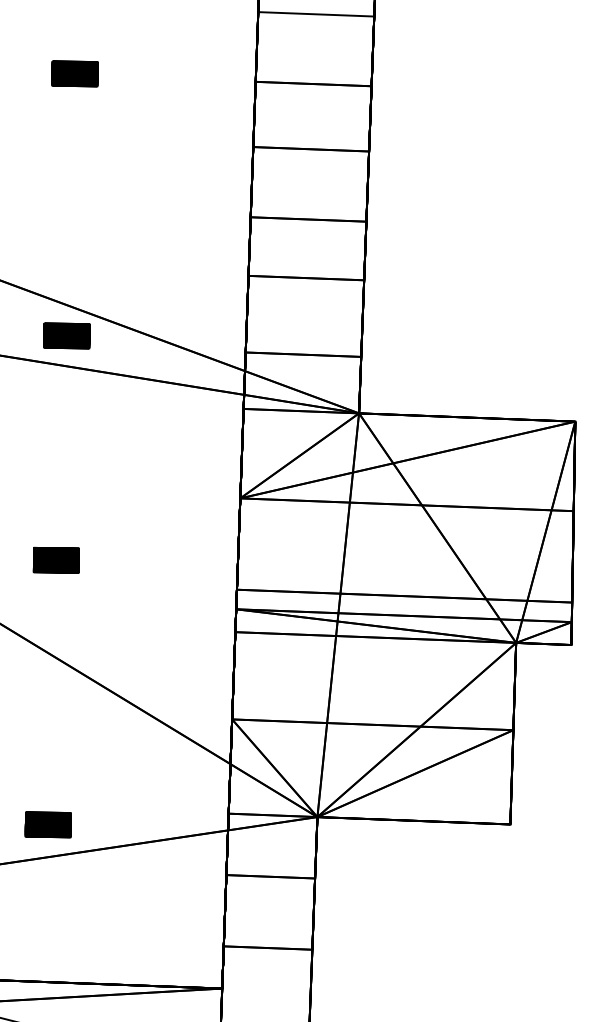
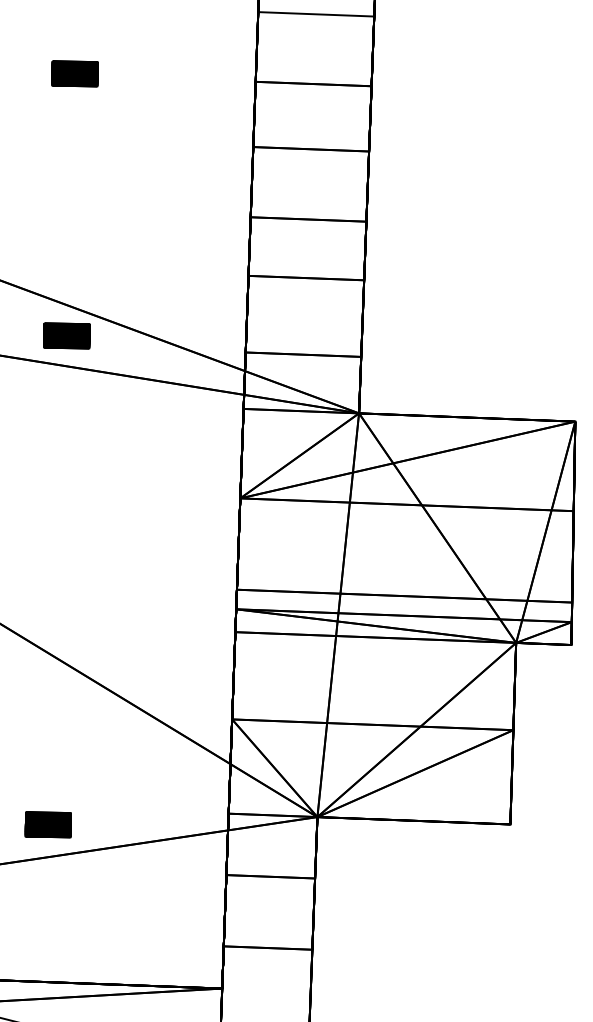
part at (55, 559): present -> none
